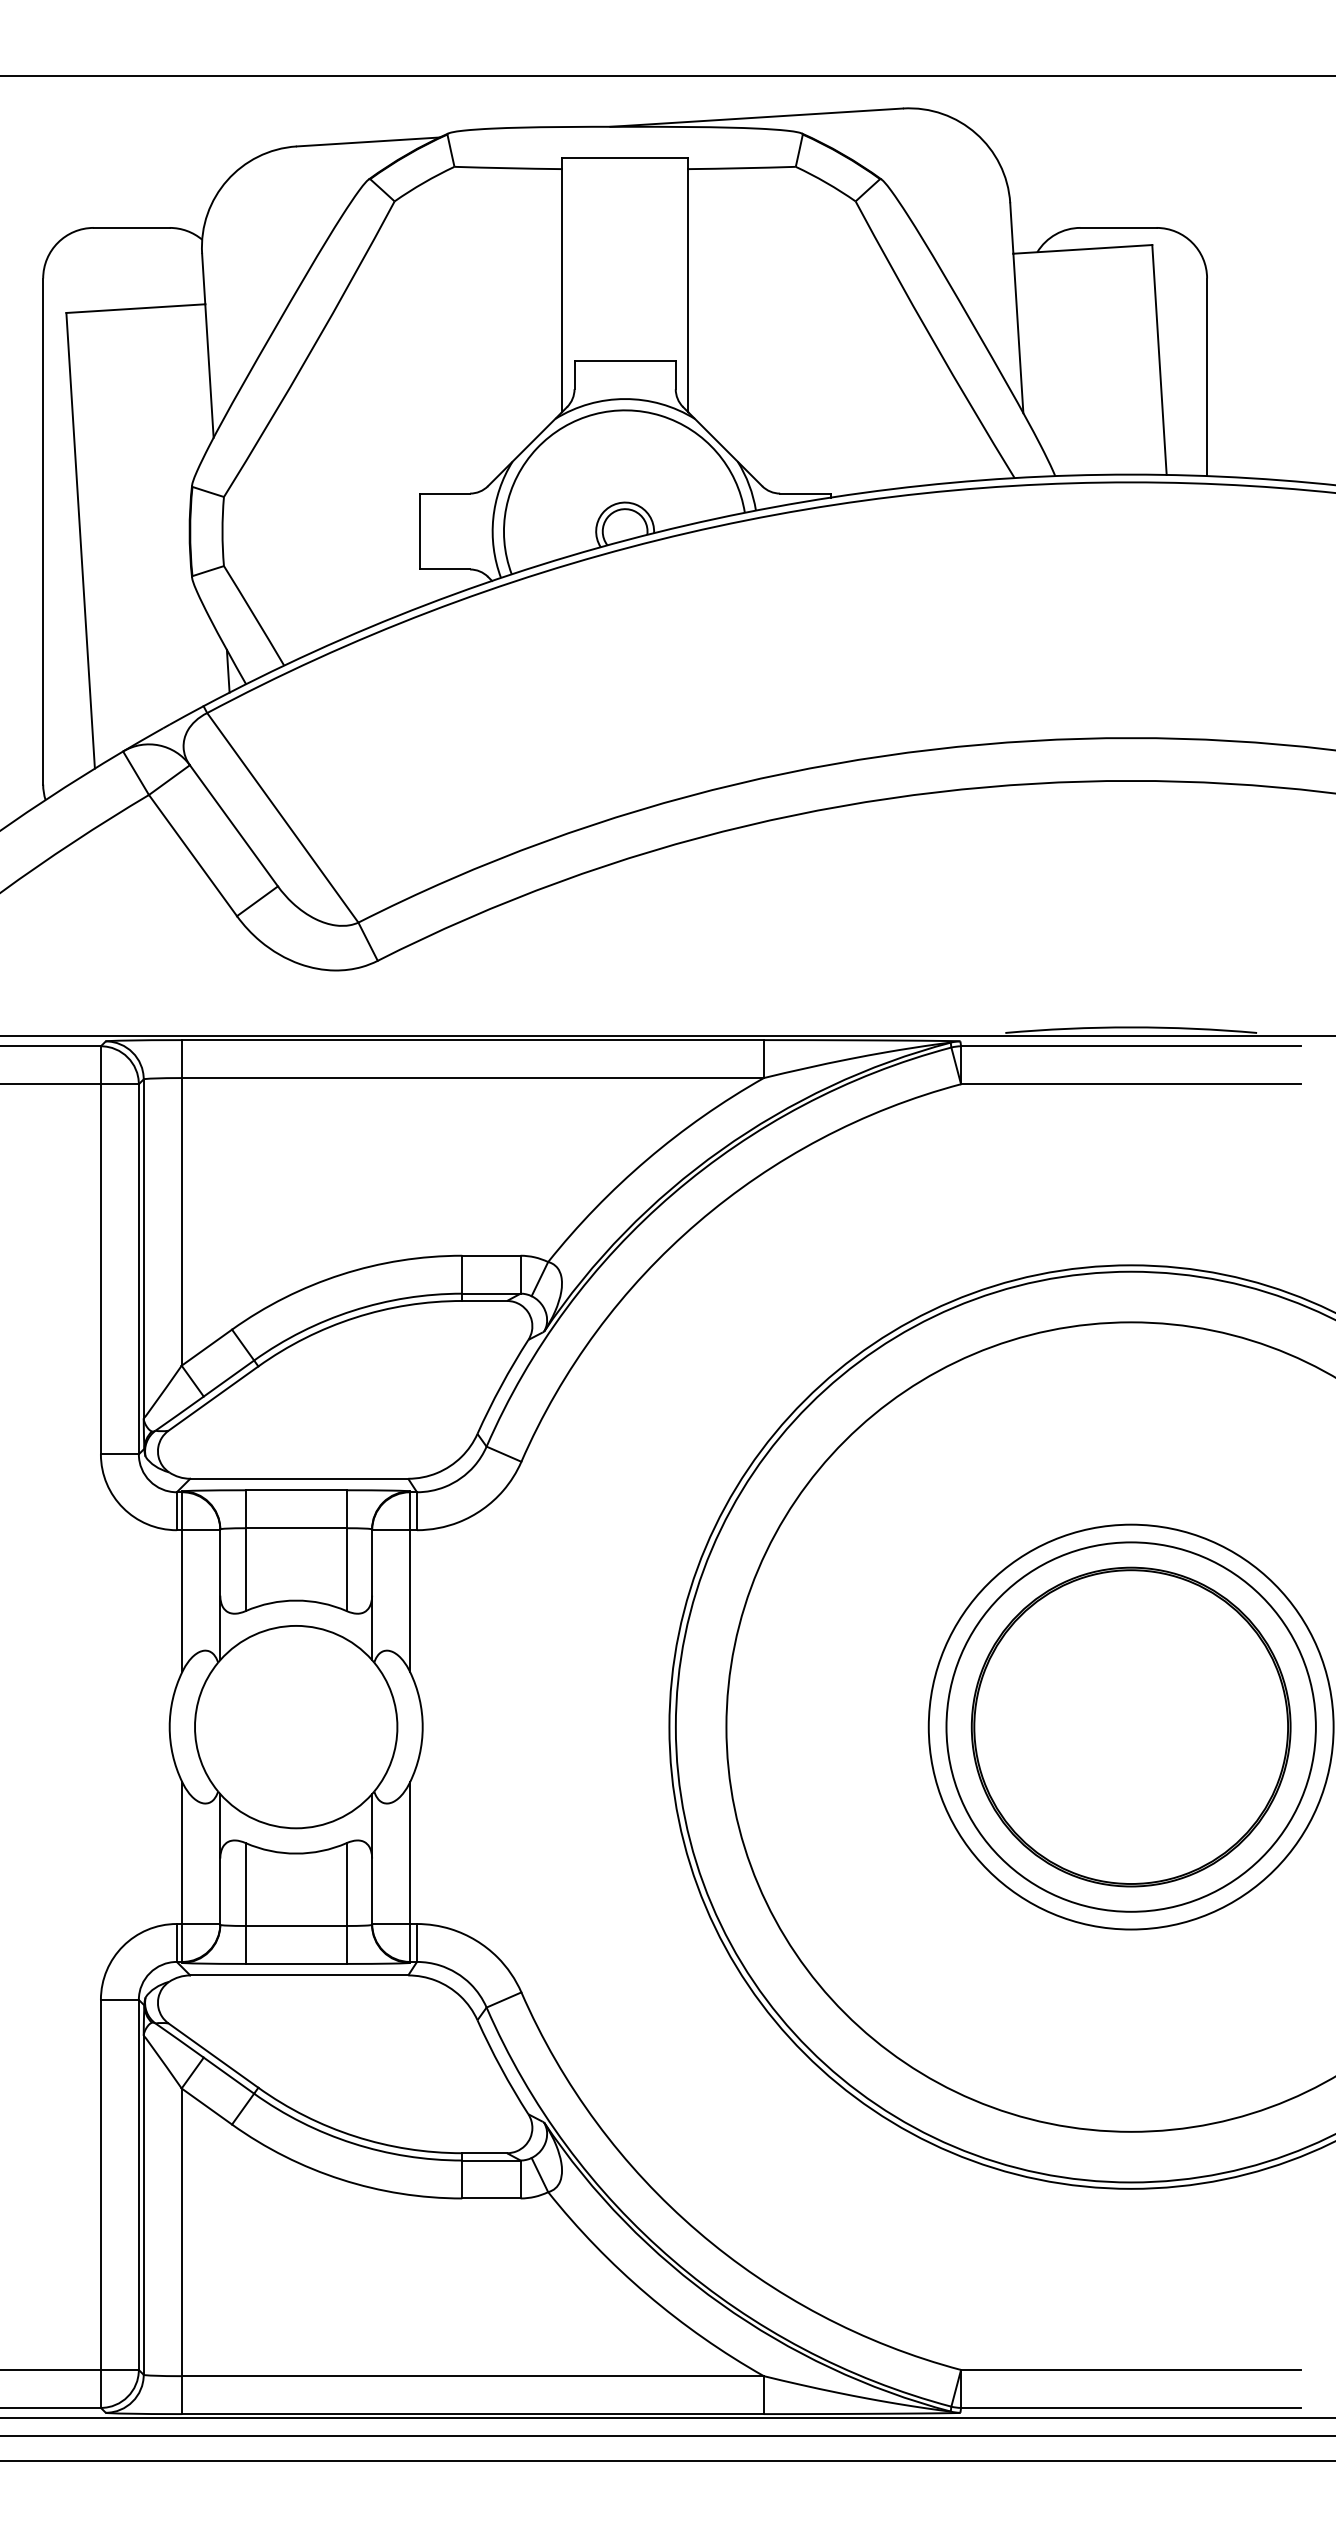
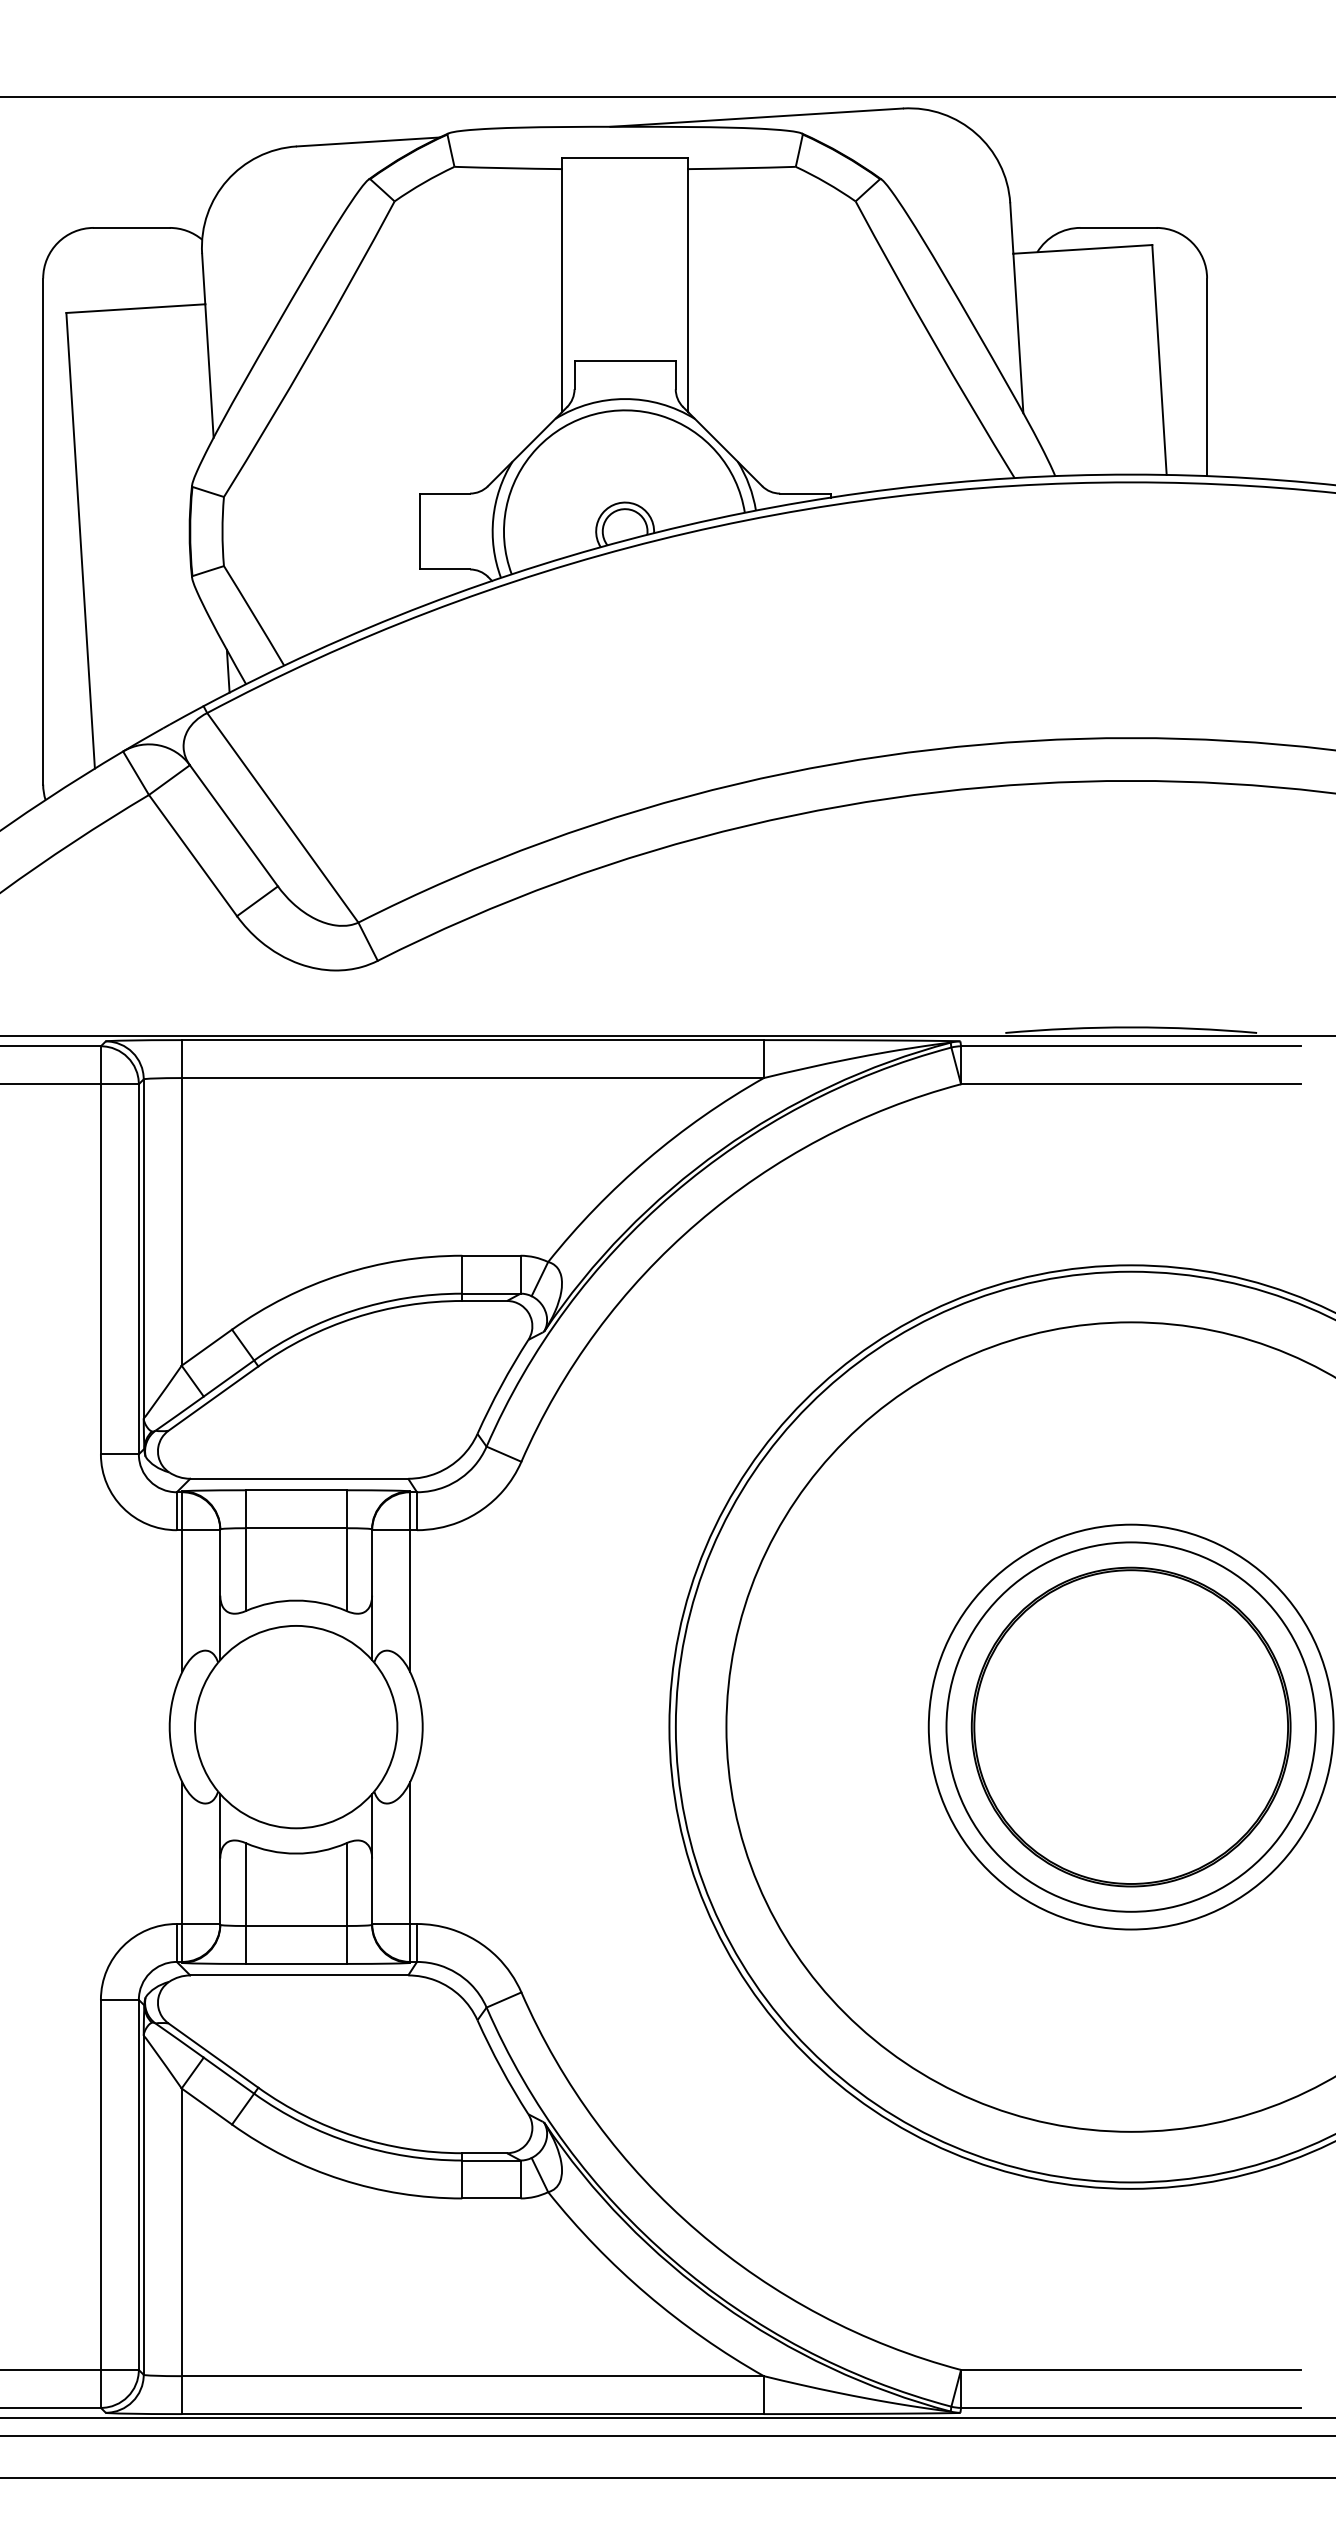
line at (667, 76) position: (667, 76) -> (667, 97)
line at (667, 2460) position: (667, 2460) -> (667, 2477)
